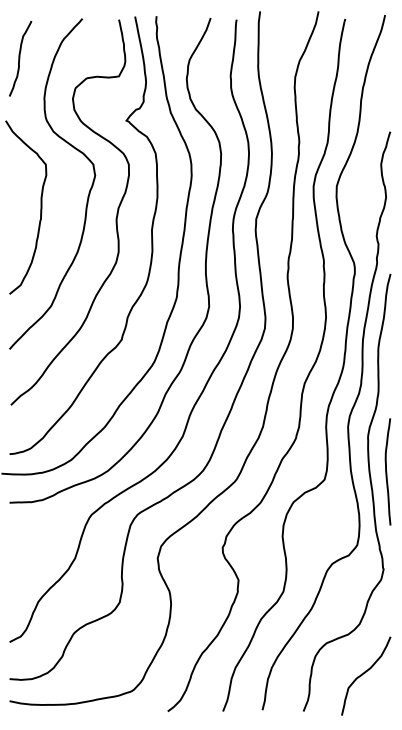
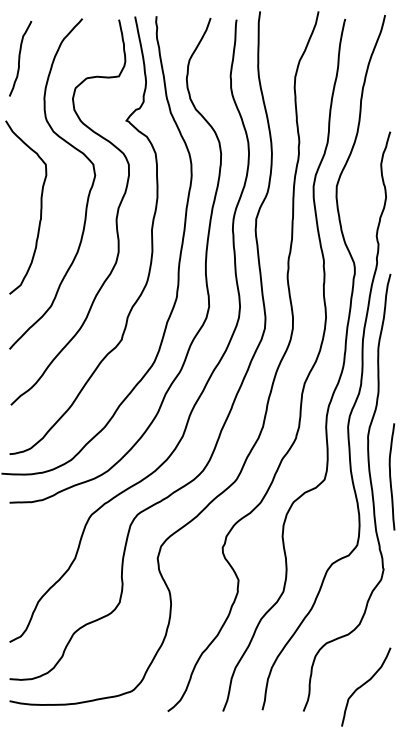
curve at (386, 471) position: (386, 471) -> (390, 476)
curve at (365, 673) position: (365, 673) -> (365, 684)
